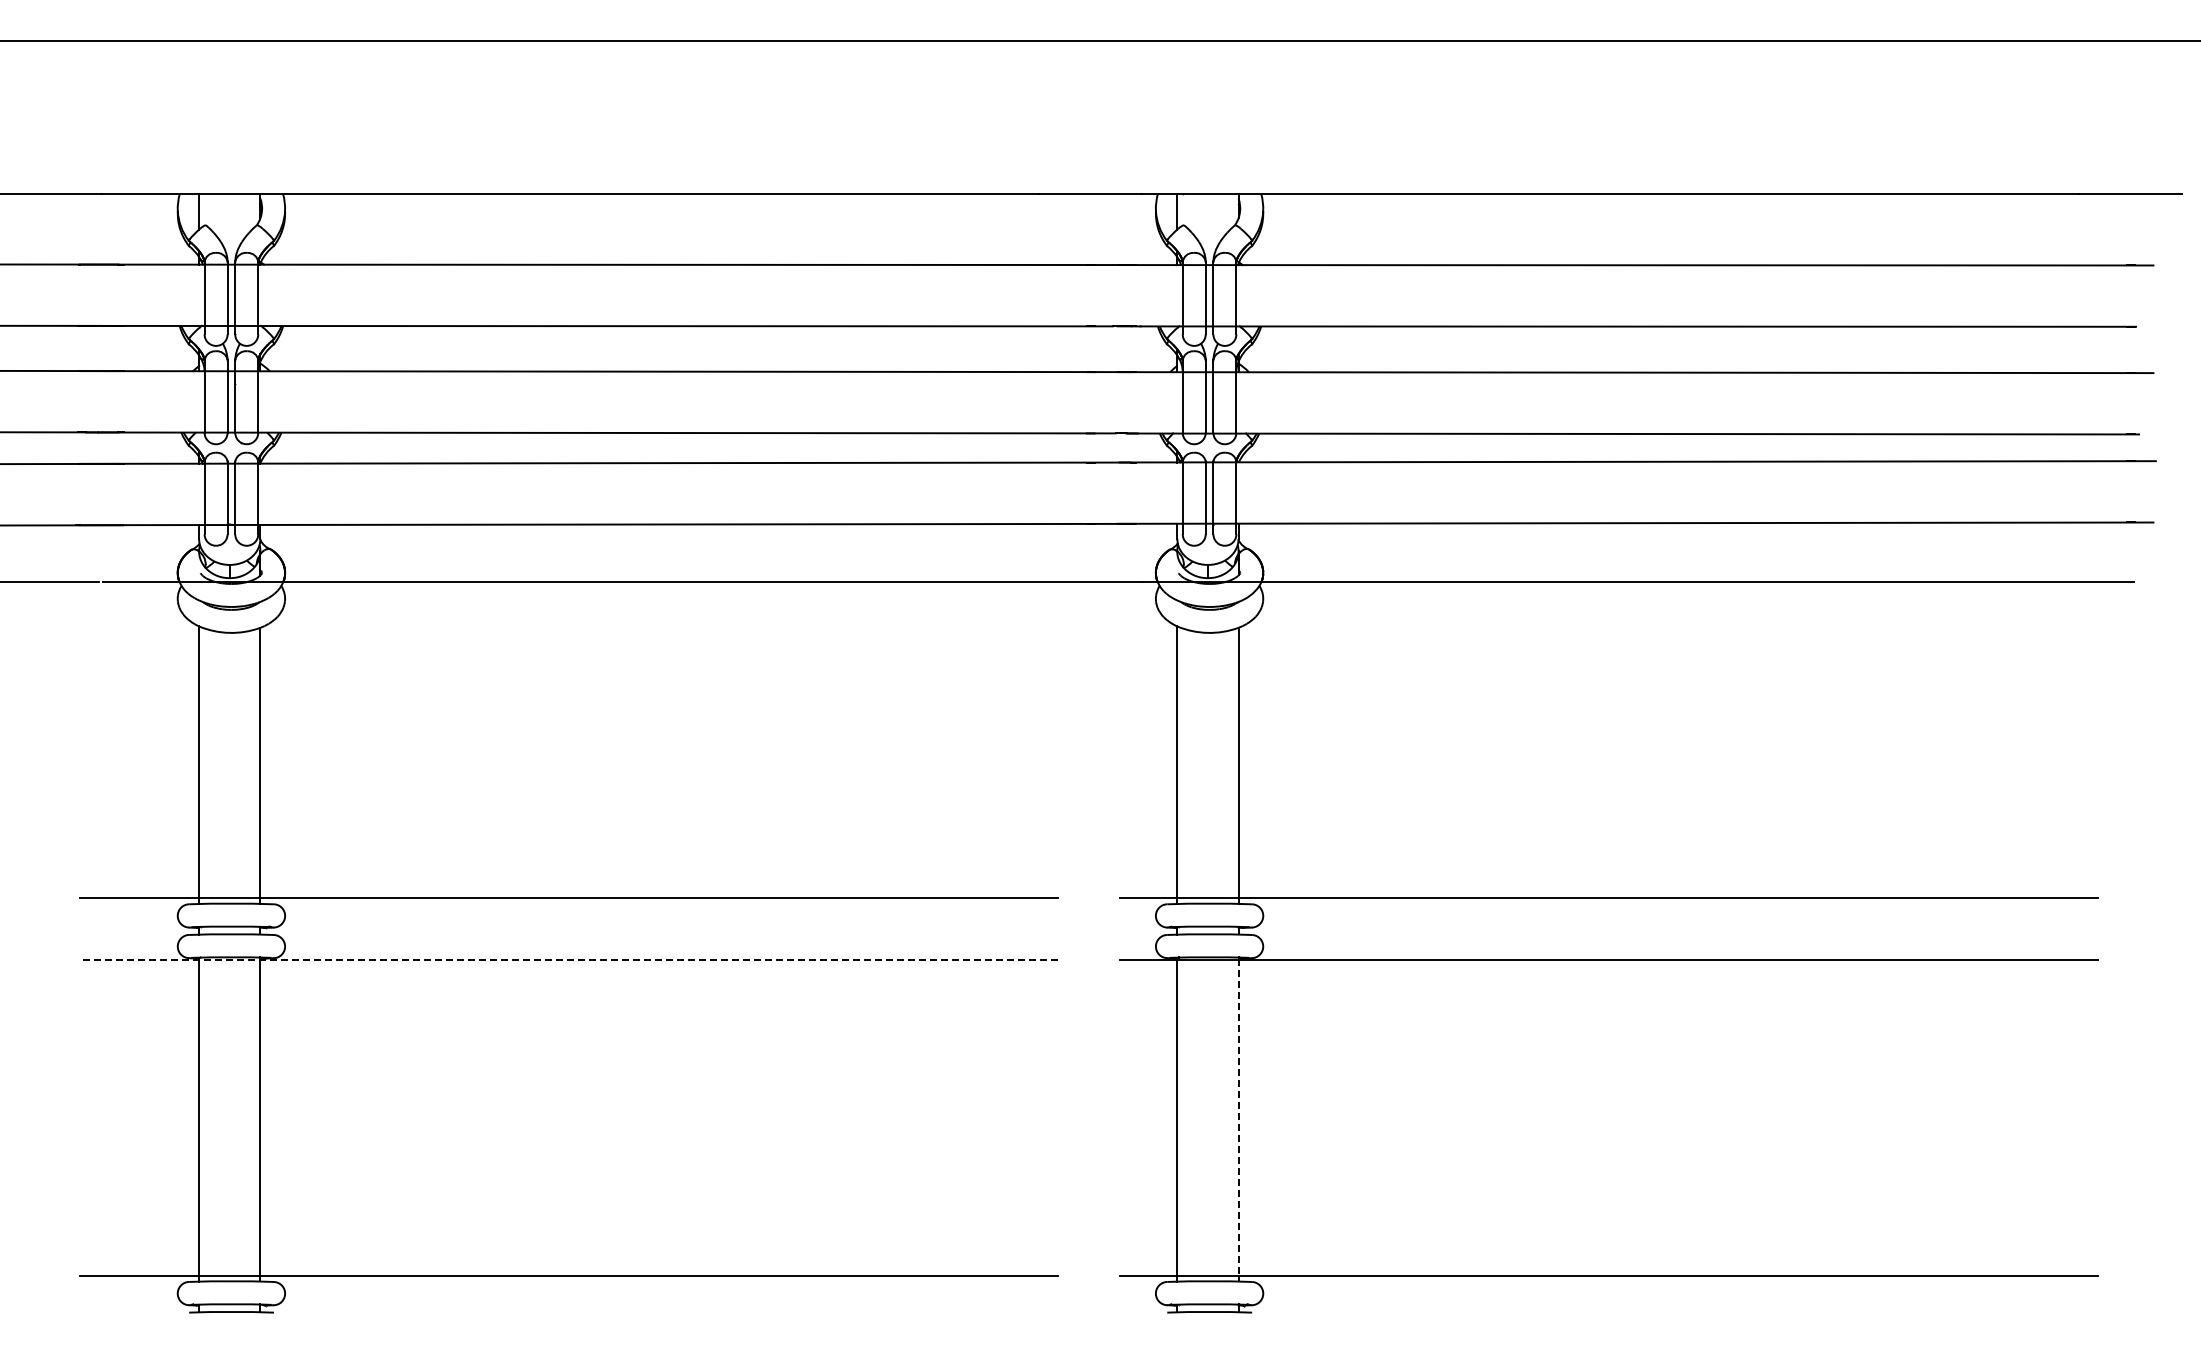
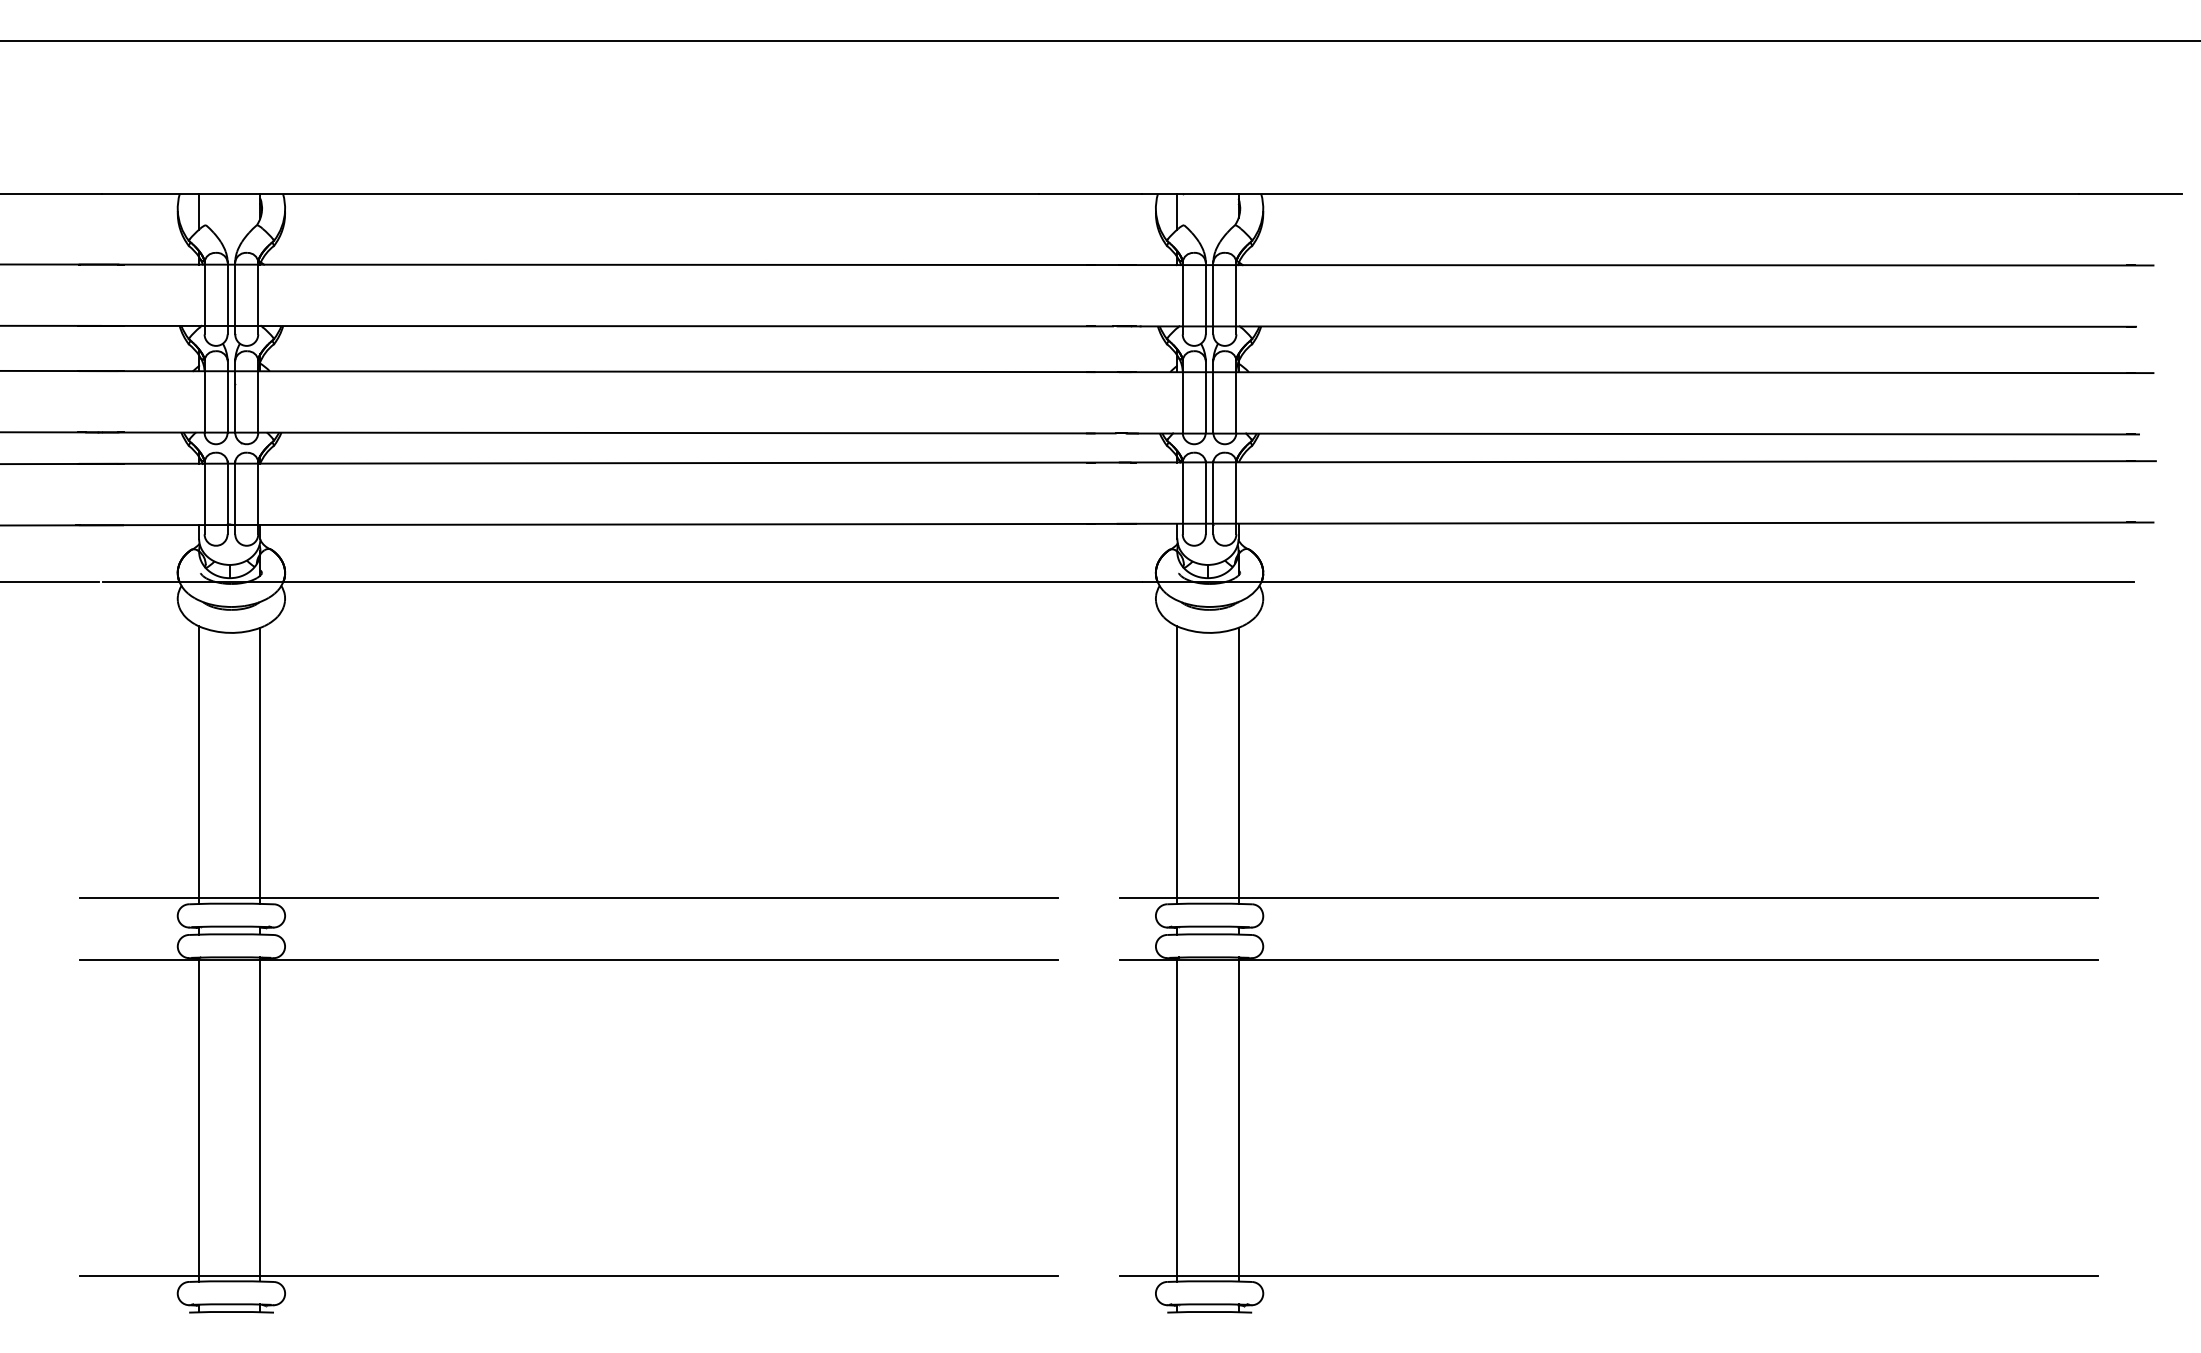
line at (568, 959): dashed -> solid
line at (1238, 1118): dashed -> solid
